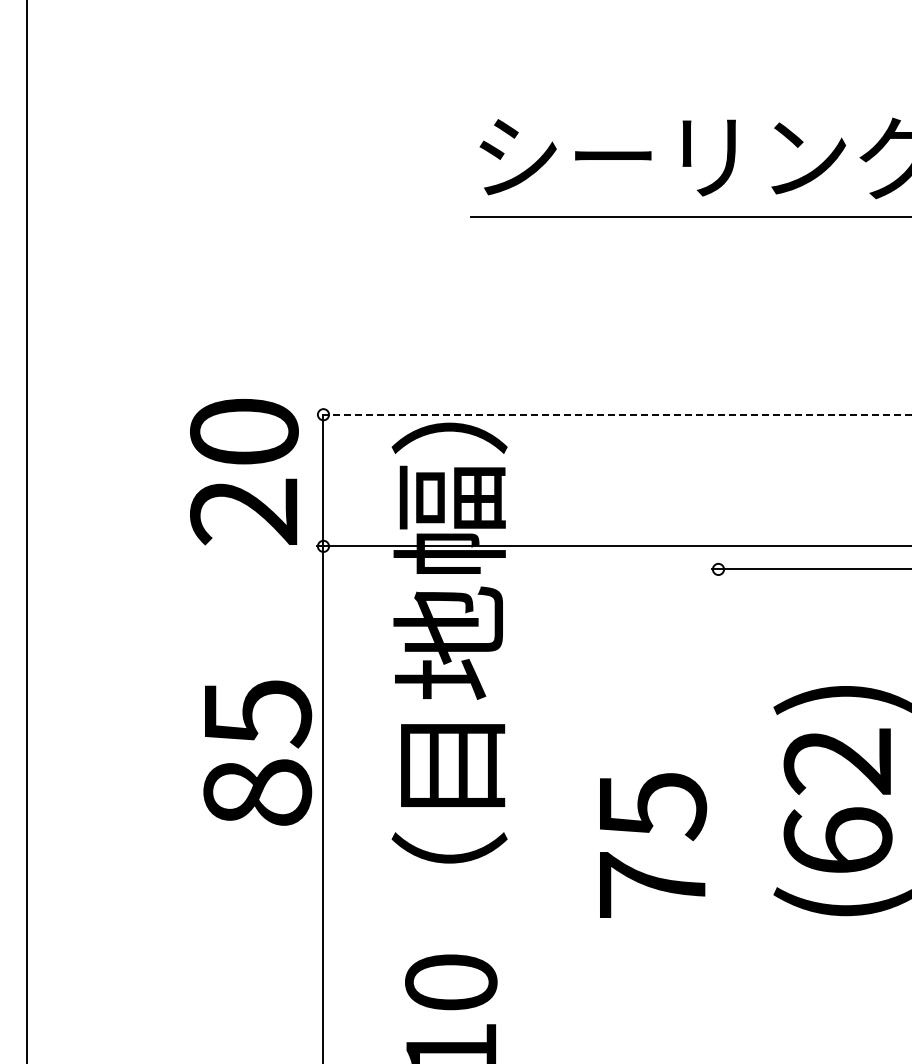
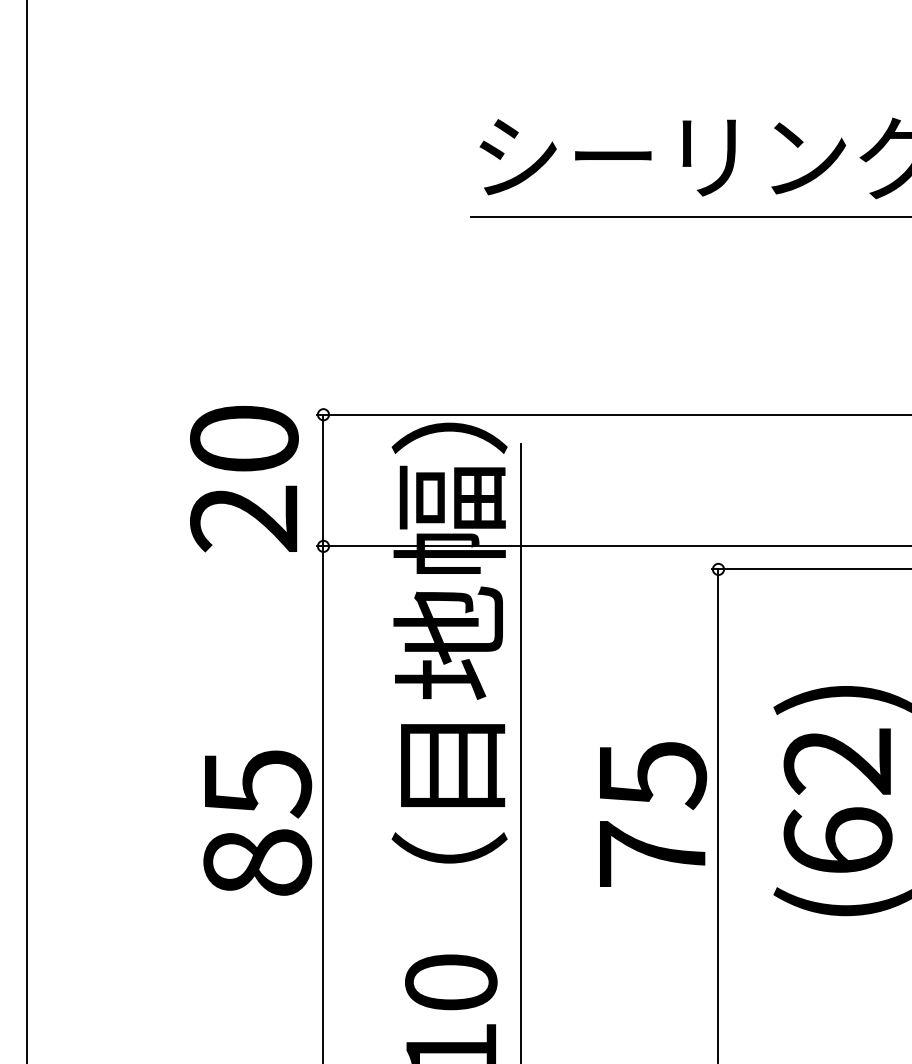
line at (613, 414): dashed -> solid
text at (244, 472) position: (244, 472) -> (244, 479)
line at (520, 751): none -> present
text at (257, 752) position: (257, 752) -> (257, 822)
line at (718, 814): none -> present
text at (653, 845) position: (653, 845) -> (653, 814)
